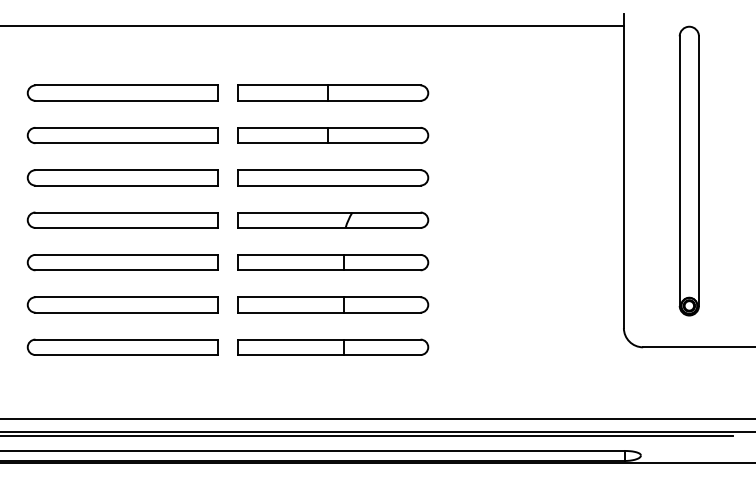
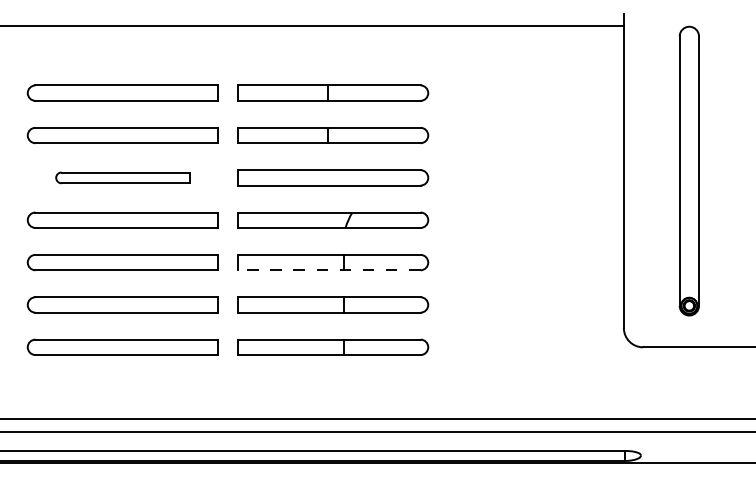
part at (122, 177) size: 193x18 px -> 136x14 px
line at (328, 270): solid -> dashed
line at (367, 435): present -> none
